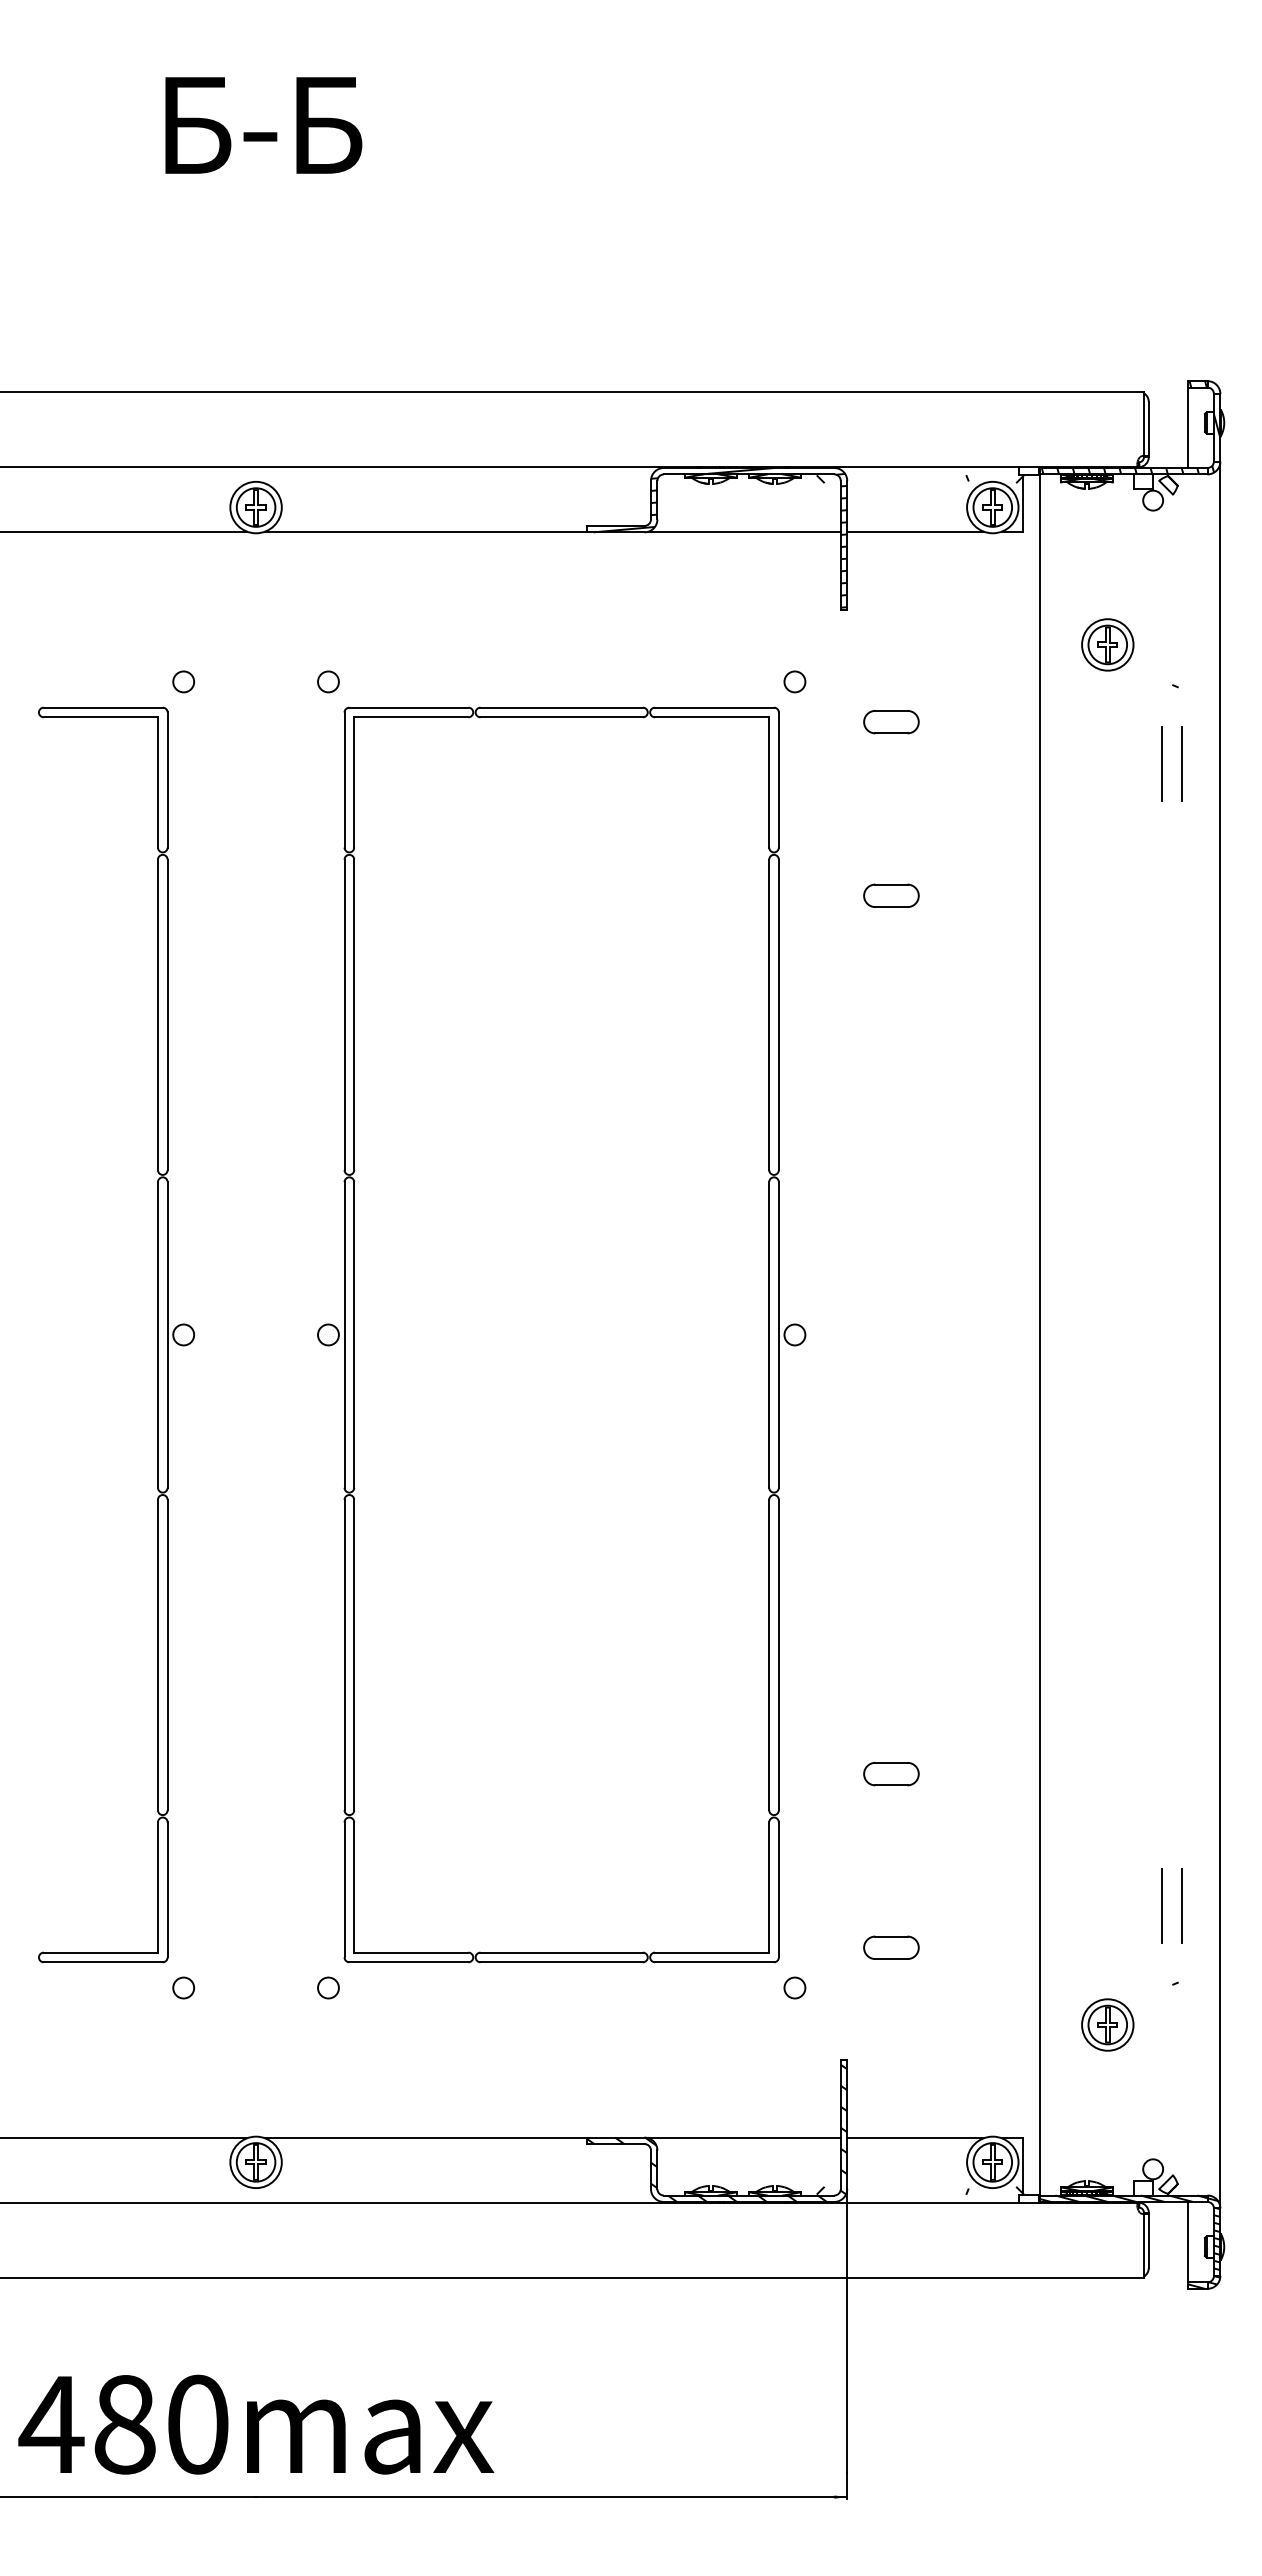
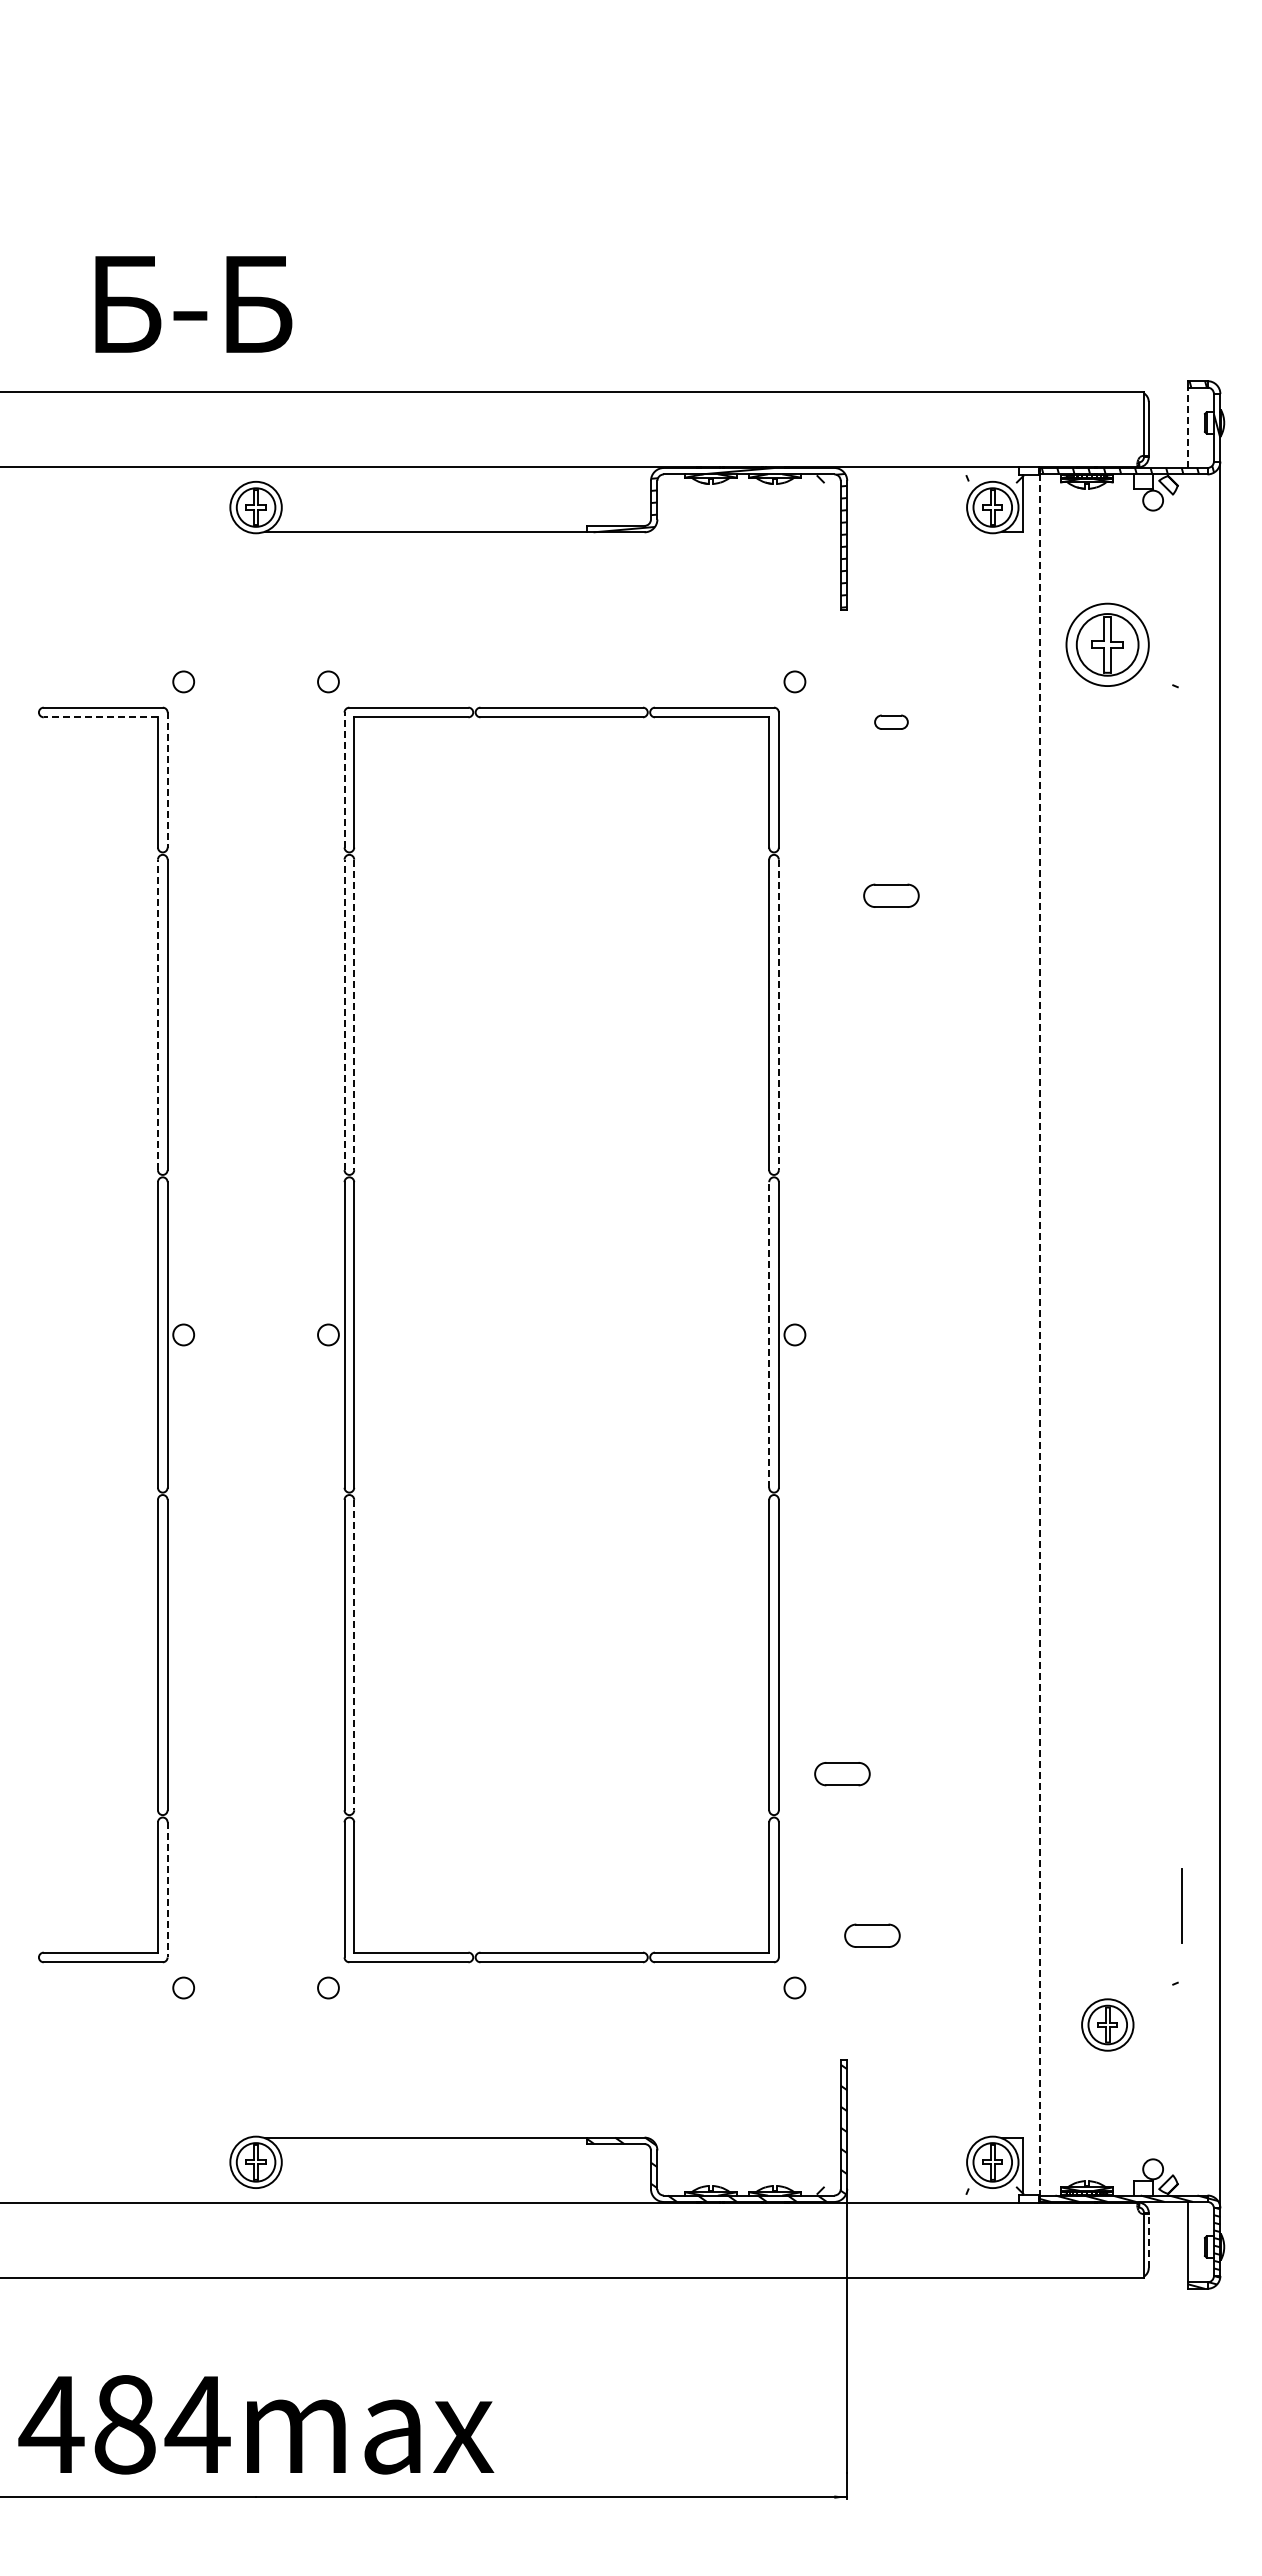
text at (263, 125) position: (263, 125) -> (193, 304)
line at (1188, 427): solid -> dashed
line at (124, 531): present -> none
line at (743, 531): present -> none
line at (915, 531): present -> none
part at (1107, 644) size: 54x54 px -> 85x85 px
line at (100, 717): solid -> dashed
part at (891, 722) size: 57x25 px -> 35x16 px
line at (1161, 763): present -> none
line at (1181, 763): present -> none
line at (167, 780): solid -> dashed
line at (344, 780): solid -> dashed
line at (157, 1014): solid -> dashed
line at (344, 1014): solid -> dashed
line at (354, 1015): solid -> dashed
line at (778, 1015): solid -> dashed
line at (769, 1334): solid -> dashed
line at (1040, 1334): solid -> dashed
line at (354, 1655): solid -> dashed
part at (891, 1774) position: (891, 1774) -> (842, 1774)
line at (167, 1889): solid -> dashed
line at (1162, 1905): present -> none
part at (891, 1947) position: (891, 1947) -> (872, 1935)
line at (124, 2138): present -> none
line at (743, 2138): present -> none
line at (915, 2138): present -> none
line at (1148, 2240): solid -> dashed
text at (197, 2424): 480max -> 484max
